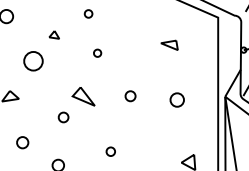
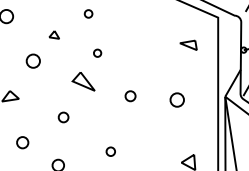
part at (169, 44) position: (169, 44) -> (188, 44)
part at (33, 61) size: 21x21 px -> 16x16 px
part at (83, 96) position: (83, 96) -> (83, 81)
